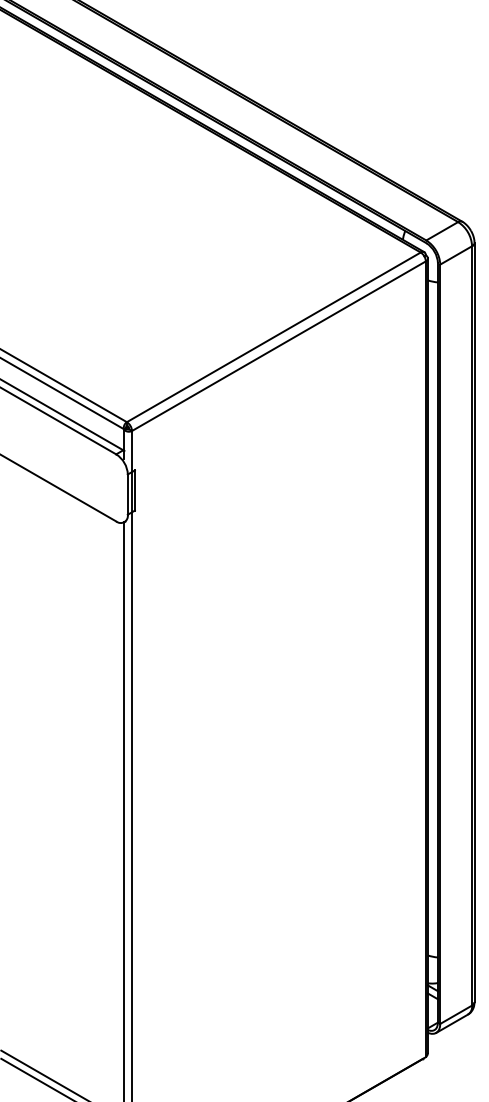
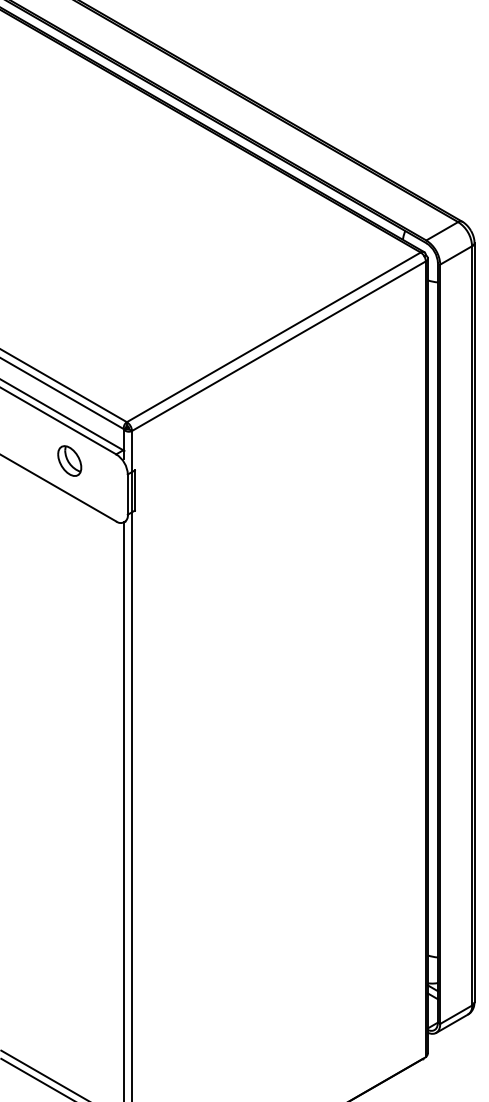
part at (69, 460): none -> present
